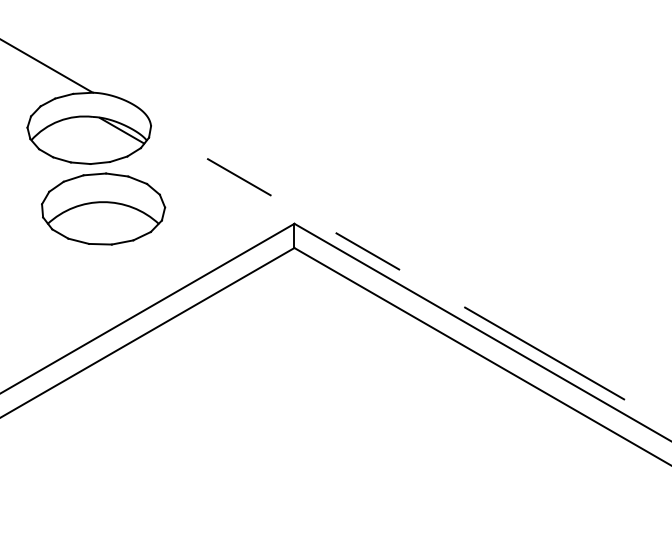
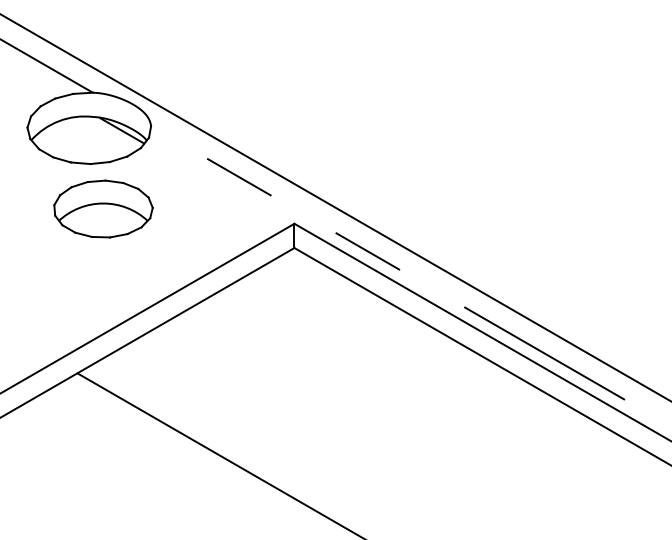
line at (335, 207): none -> present
part at (103, 208) size: 126x74 px -> 101x60 px
line at (218, 454): none -> present
